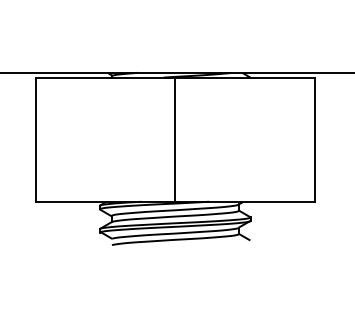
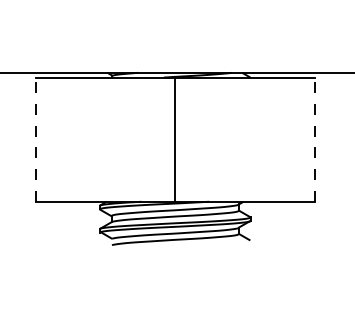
line at (35, 139): solid -> dashed
line at (314, 139): solid -> dashed
